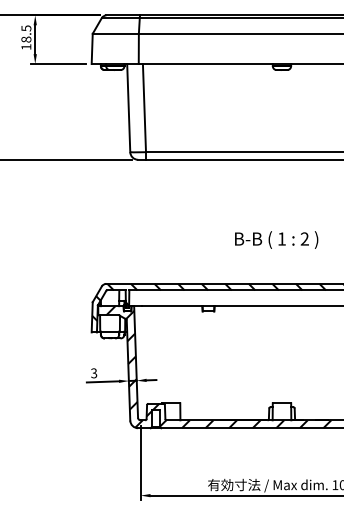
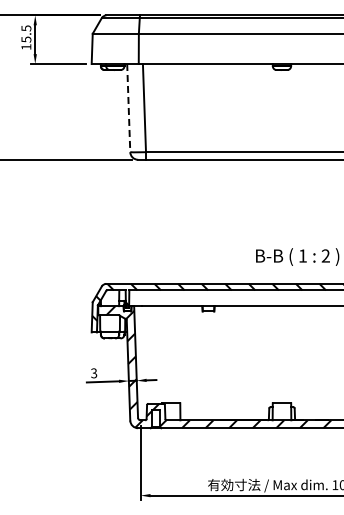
text at (26, 39): 18.5 -> 15.5
line at (128, 108): solid -> dashed
text at (276, 239) position: (276, 239) -> (297, 256)
